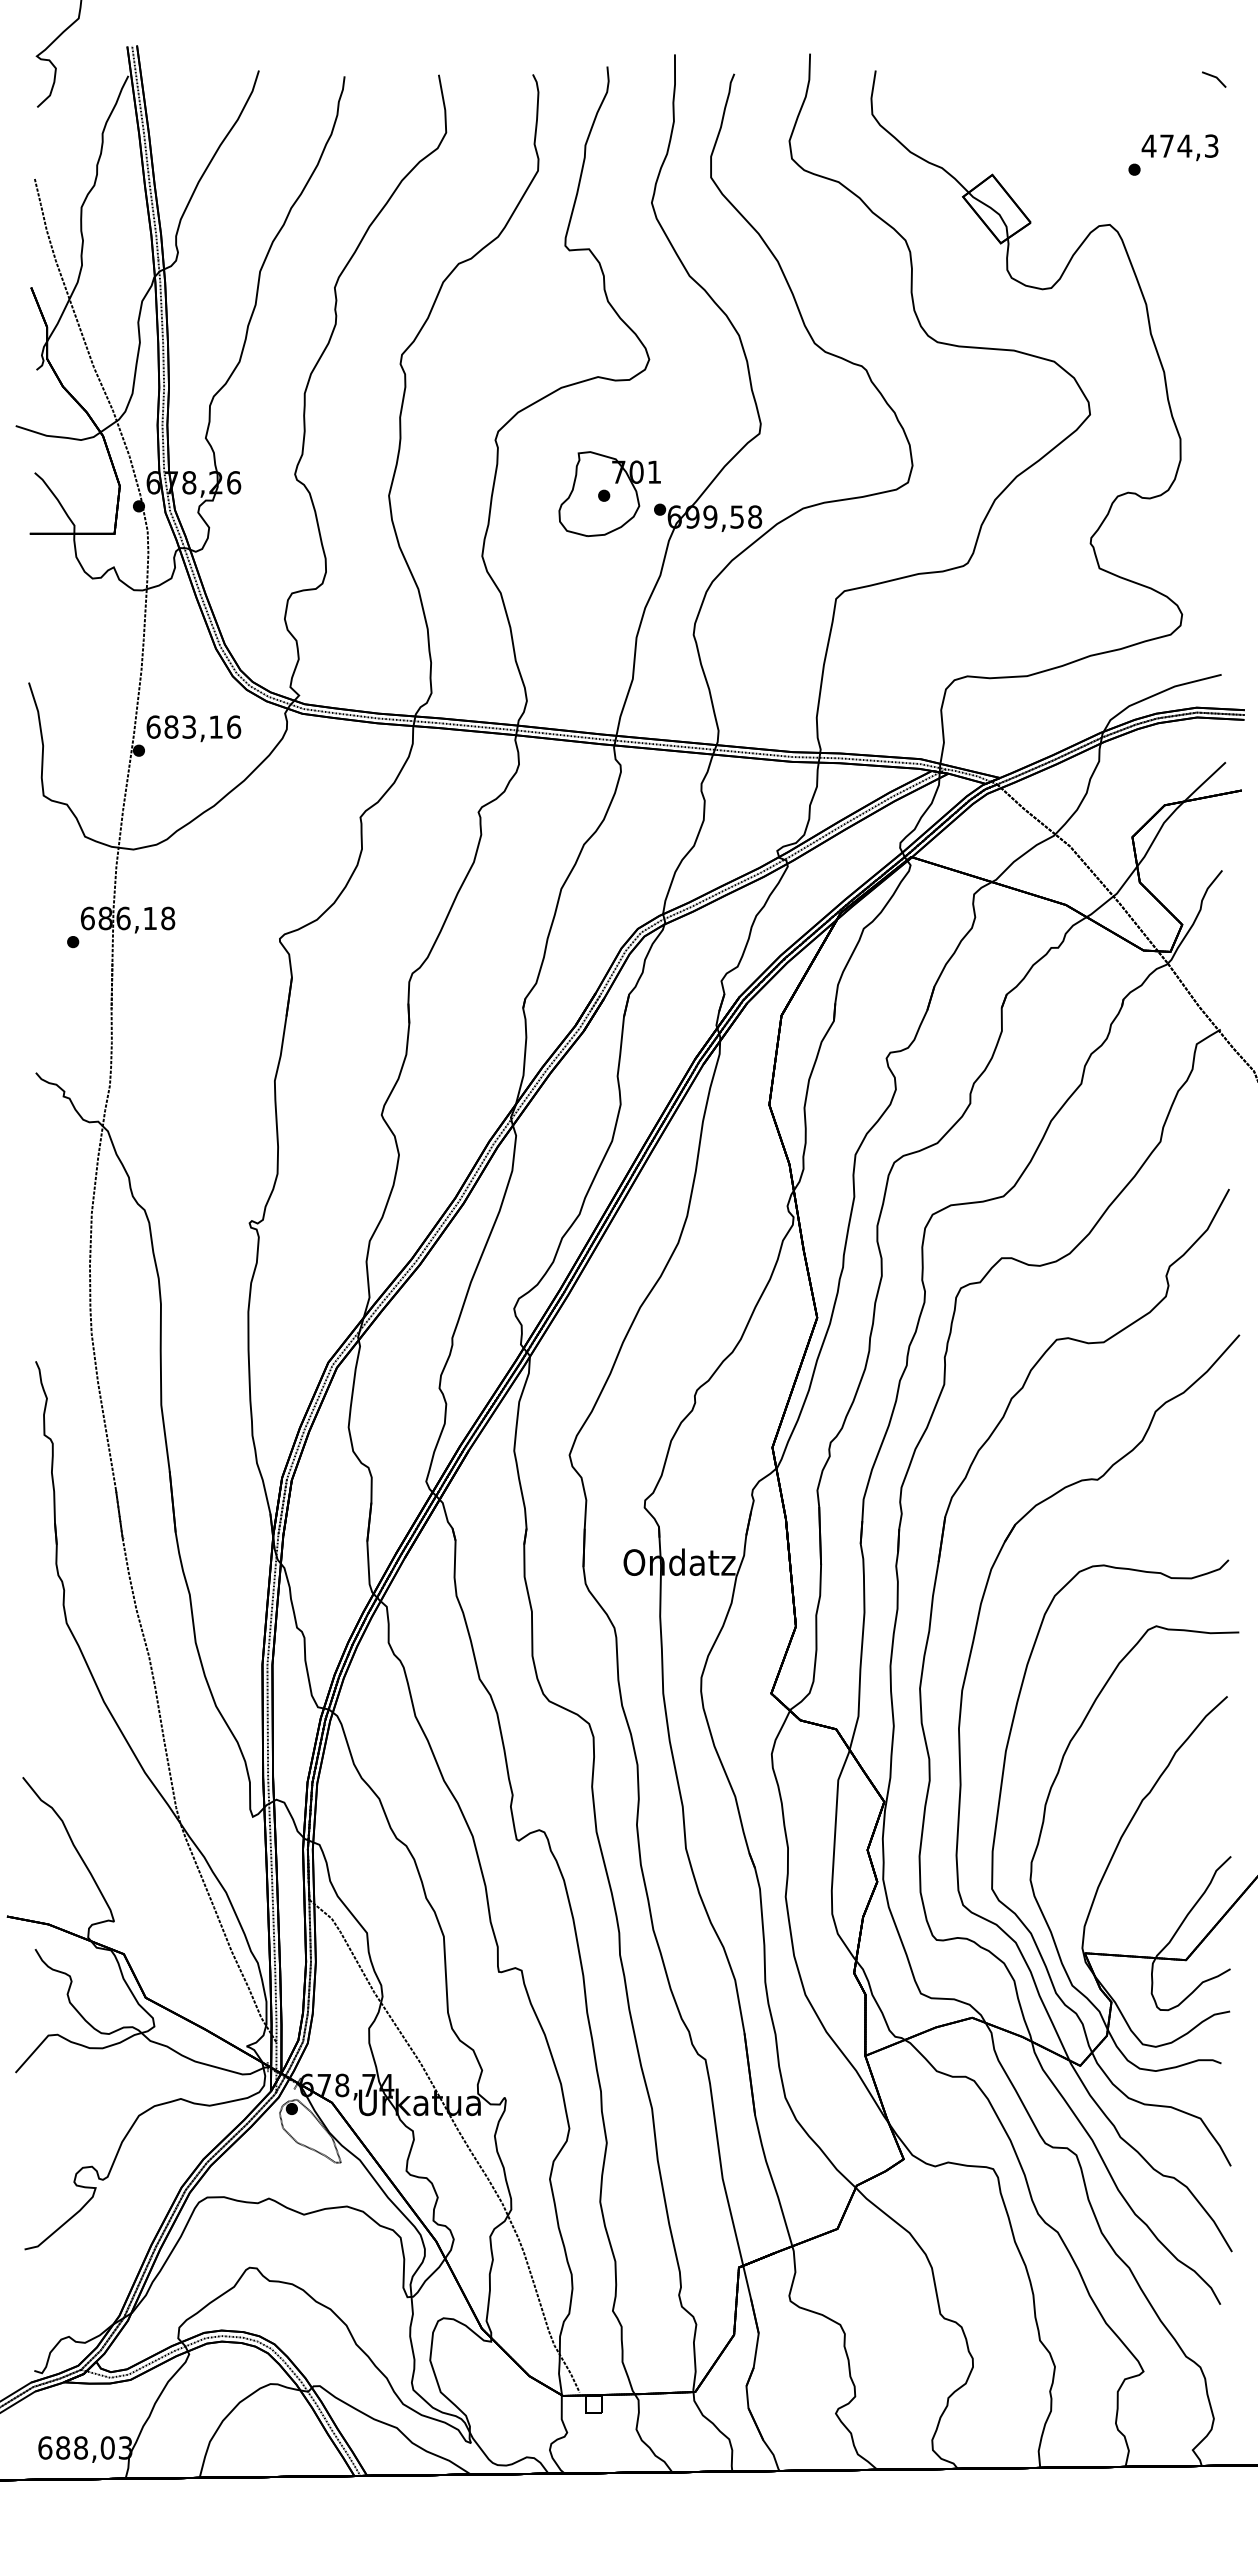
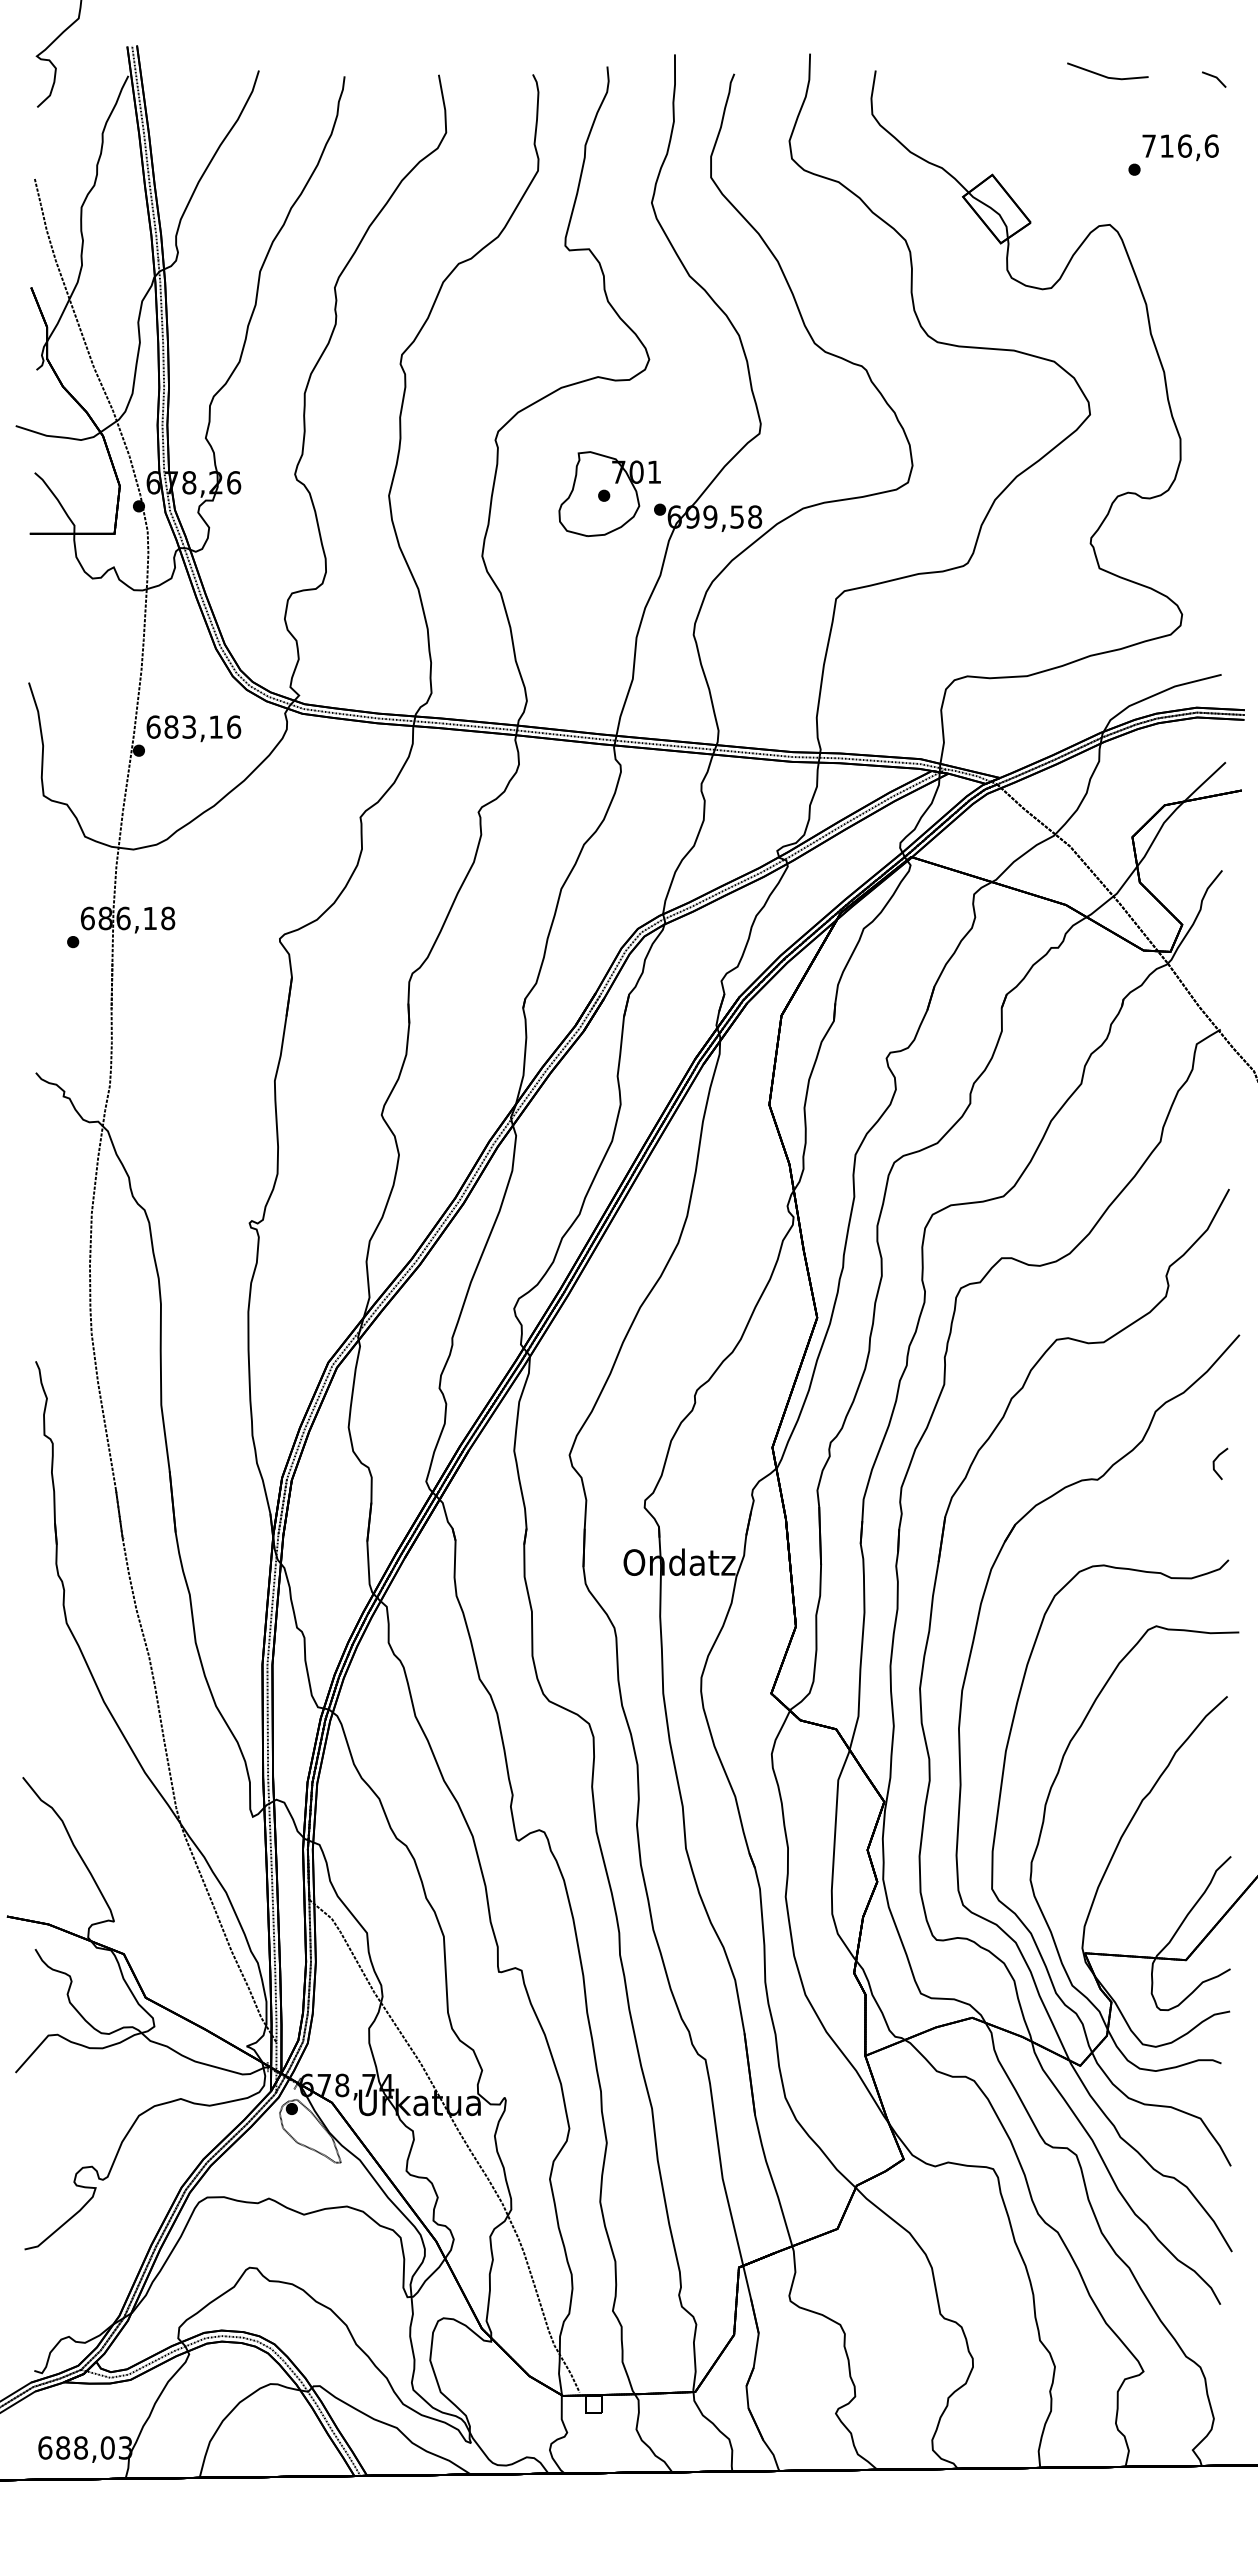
line at (1105, 75): none -> present
text at (1179, 145): 474,3 -> 716,6
line at (1216, 1459): none -> present
